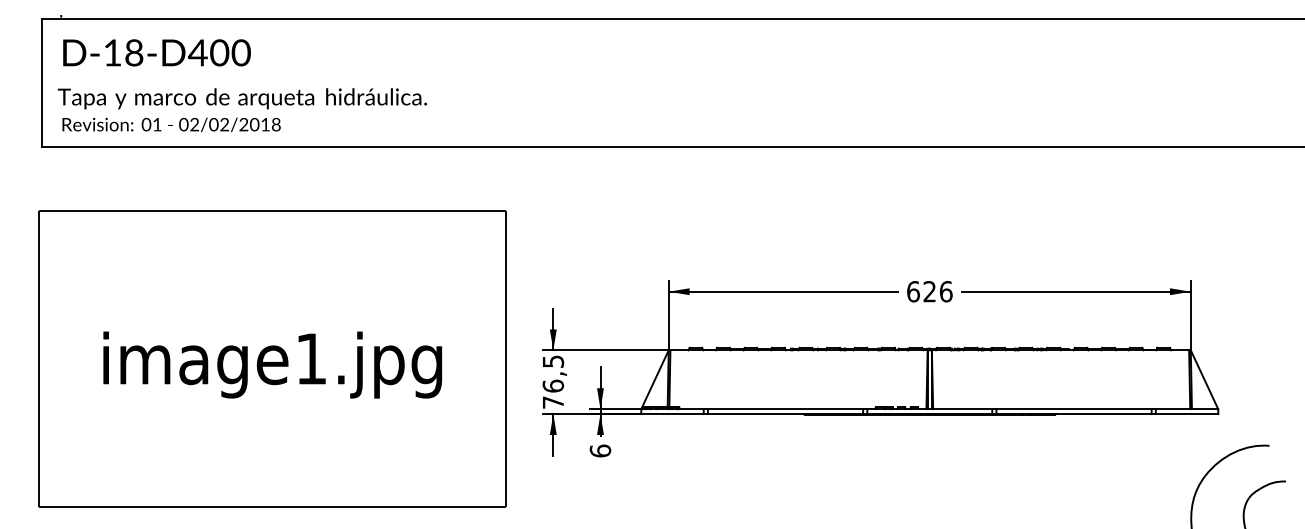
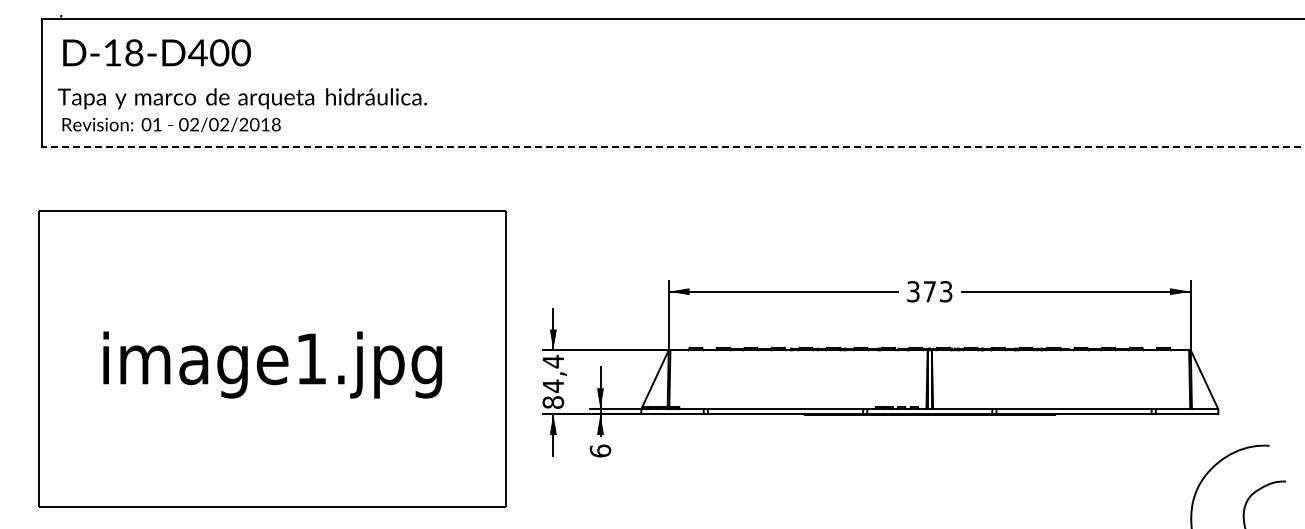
line at (672, 147): solid -> dashed
text at (929, 291): 626 -> 373
text at (553, 381): 76,5 -> 84,4
